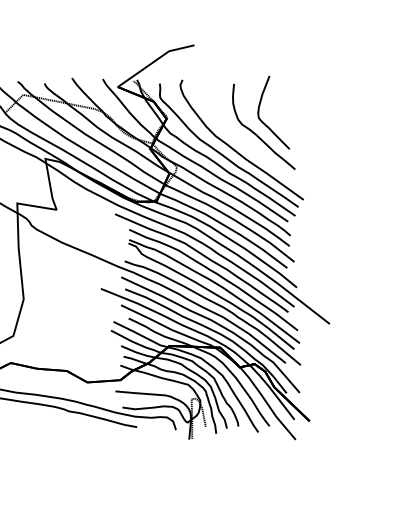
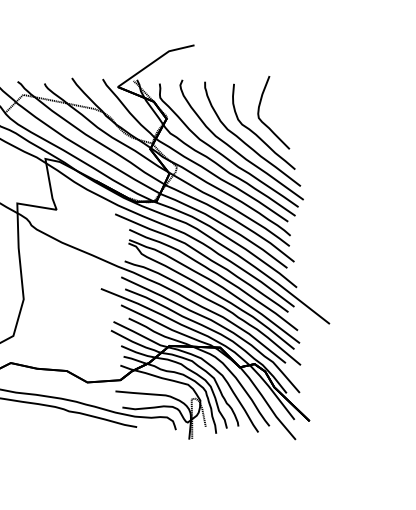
curve at (244, 141): none -> present
